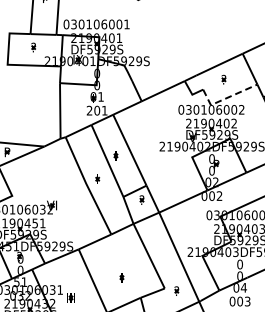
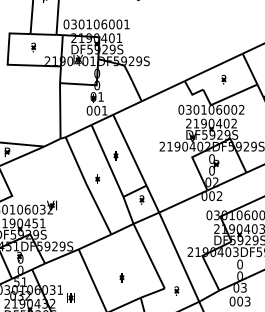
line at (225, 98): dashed -> solid
text at (89, 110): 201 -> 001
text at (243, 287): 04 -> 03
